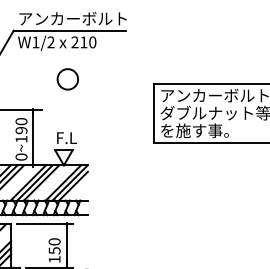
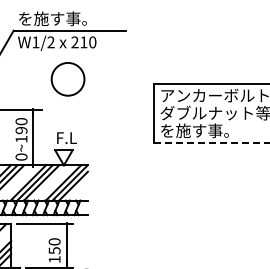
text at (72, 18): アンカーボルト -> を施す事。
circle at (67, 79) size: 23x23 px -> 36x35 px
line at (211, 142): solid -> dashed
